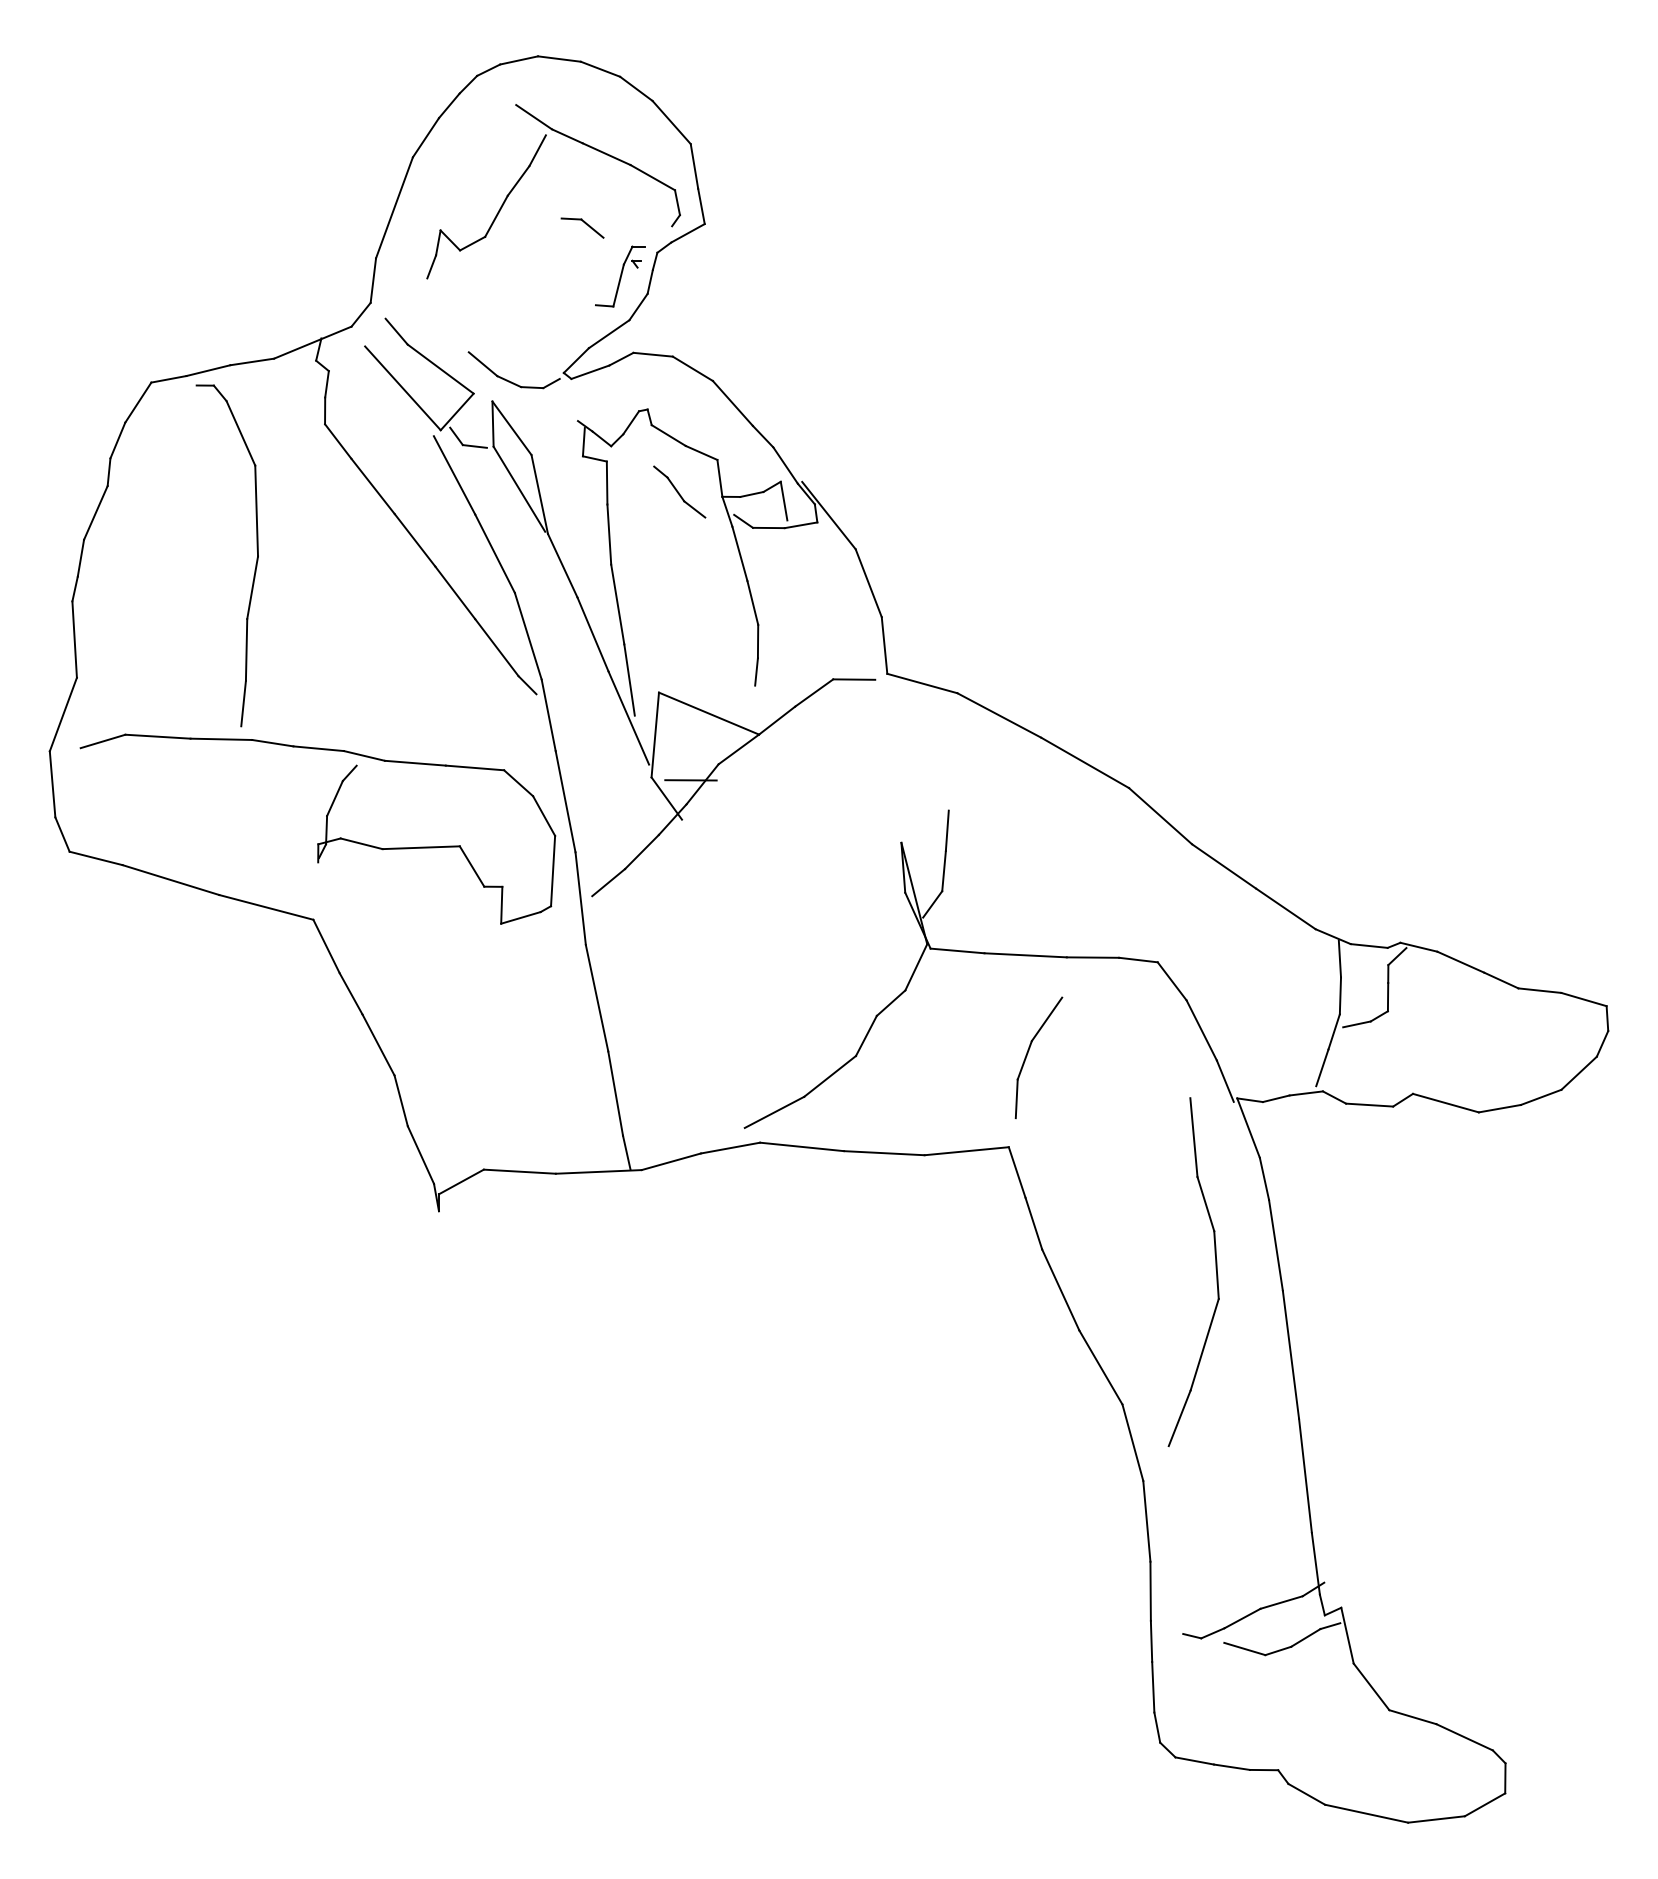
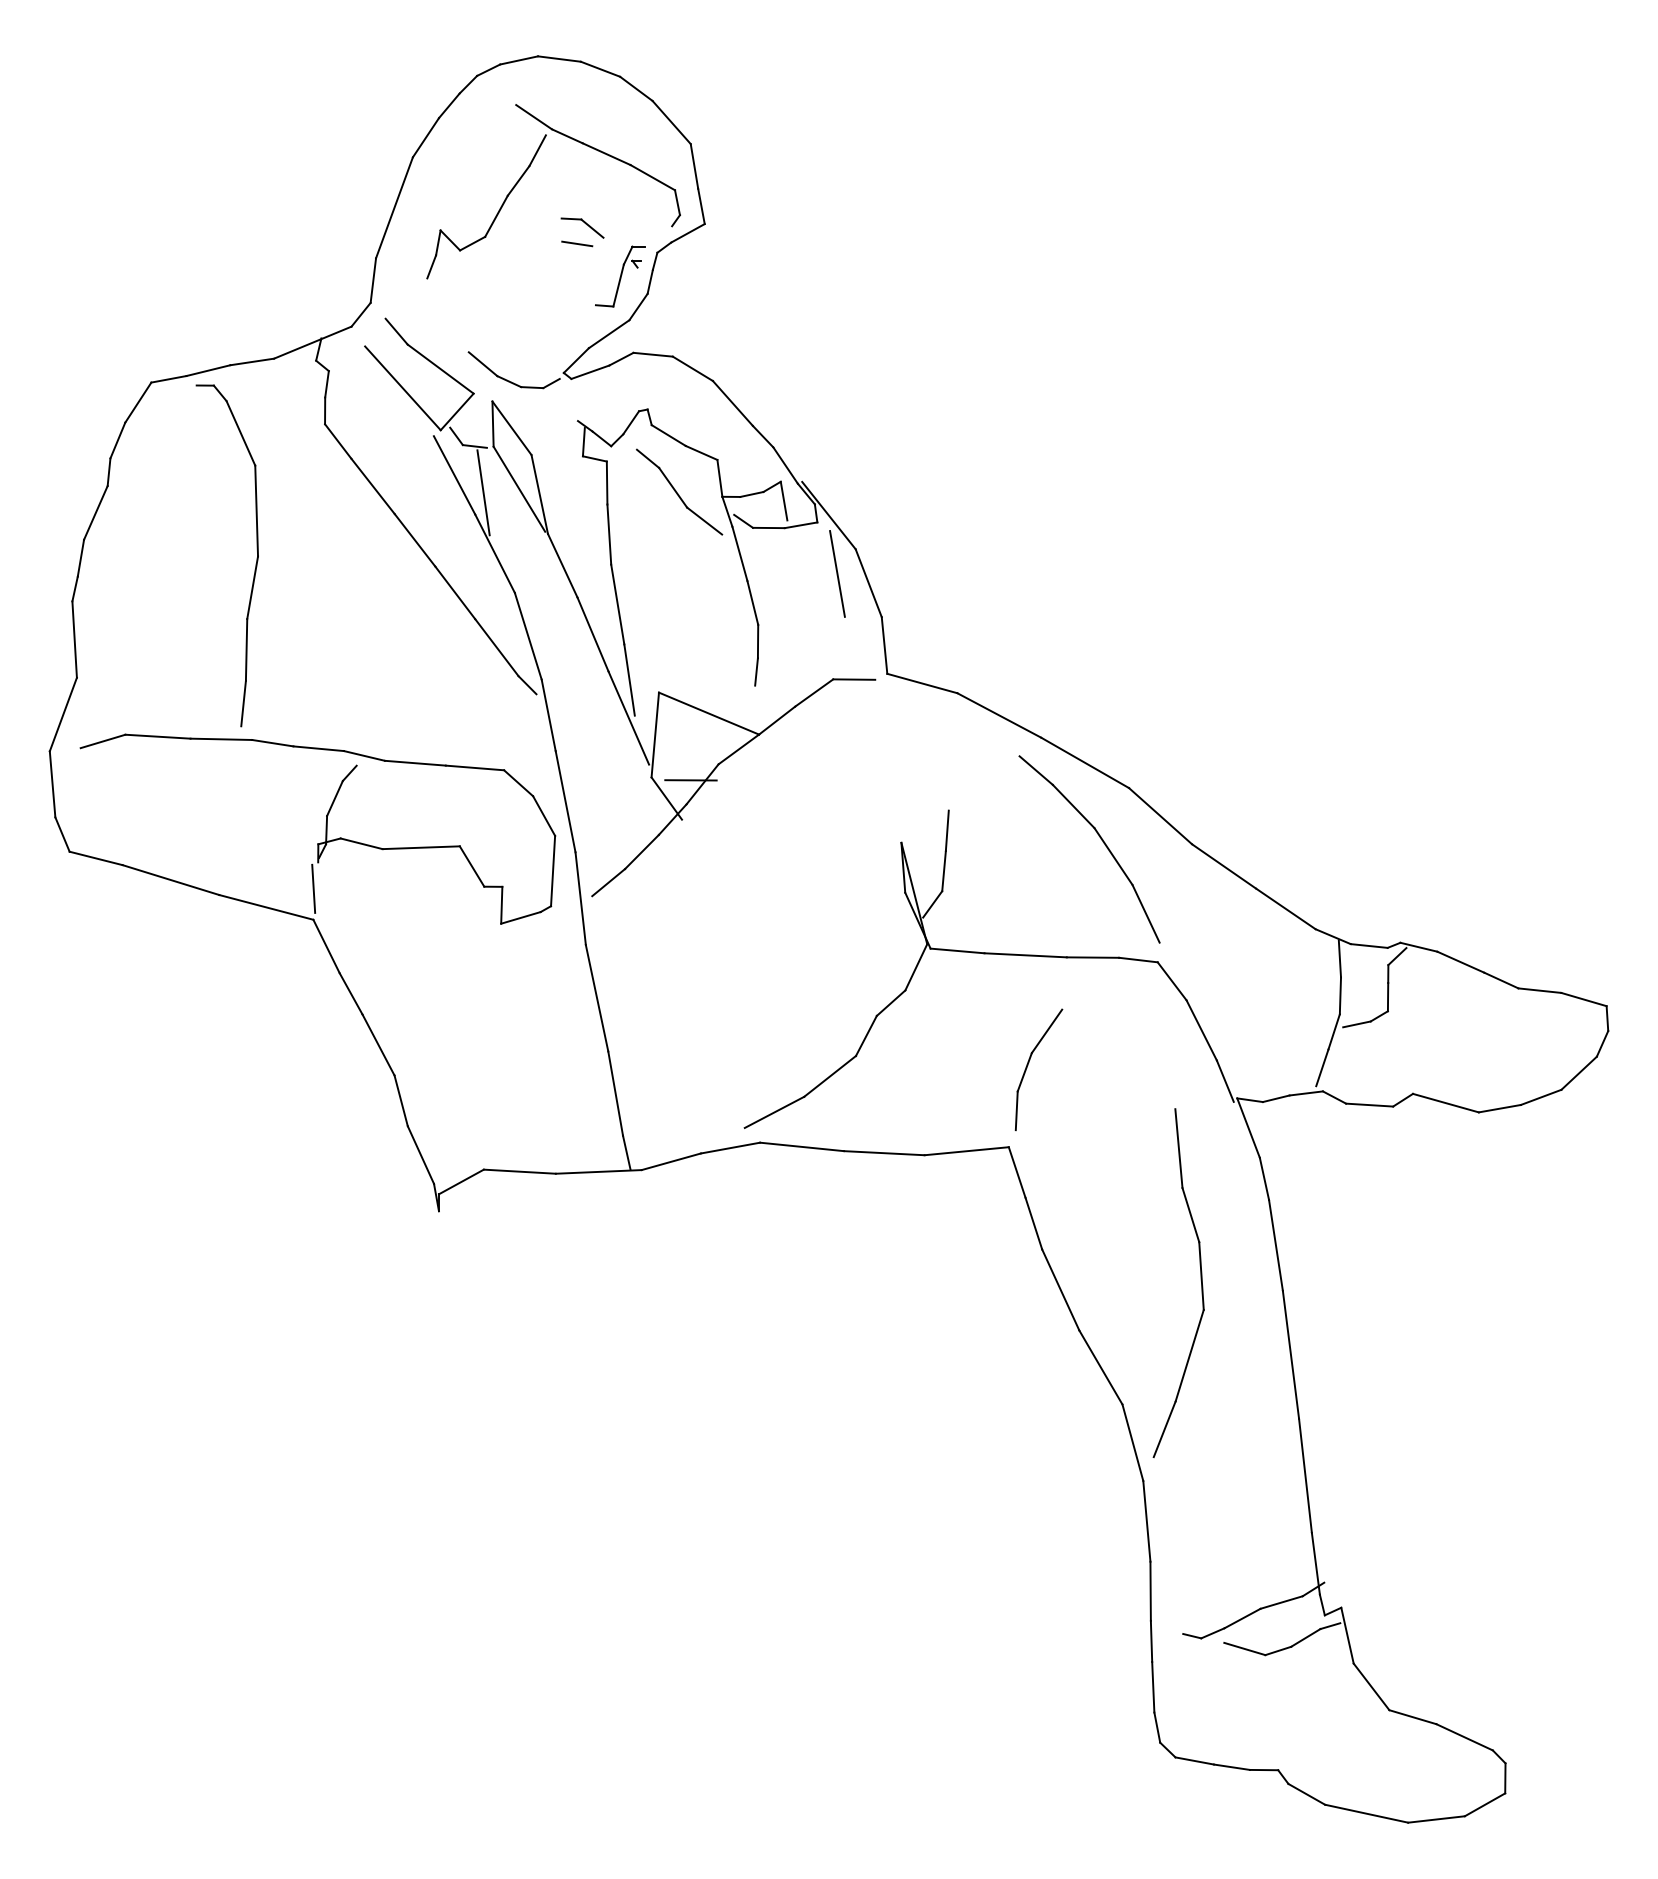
line at (577, 243): none -> present
part at (679, 491) size: 54x54 px -> 88x88 px
line at (483, 492): none -> present
line at (837, 573): none -> present
part at (1101, 840): none -> present
line at (313, 888): none -> present
part at (1028, 1053) position: (1028, 1053) -> (1028, 1065)
part at (1215, 1269) position: (1215, 1269) -> (1200, 1280)
